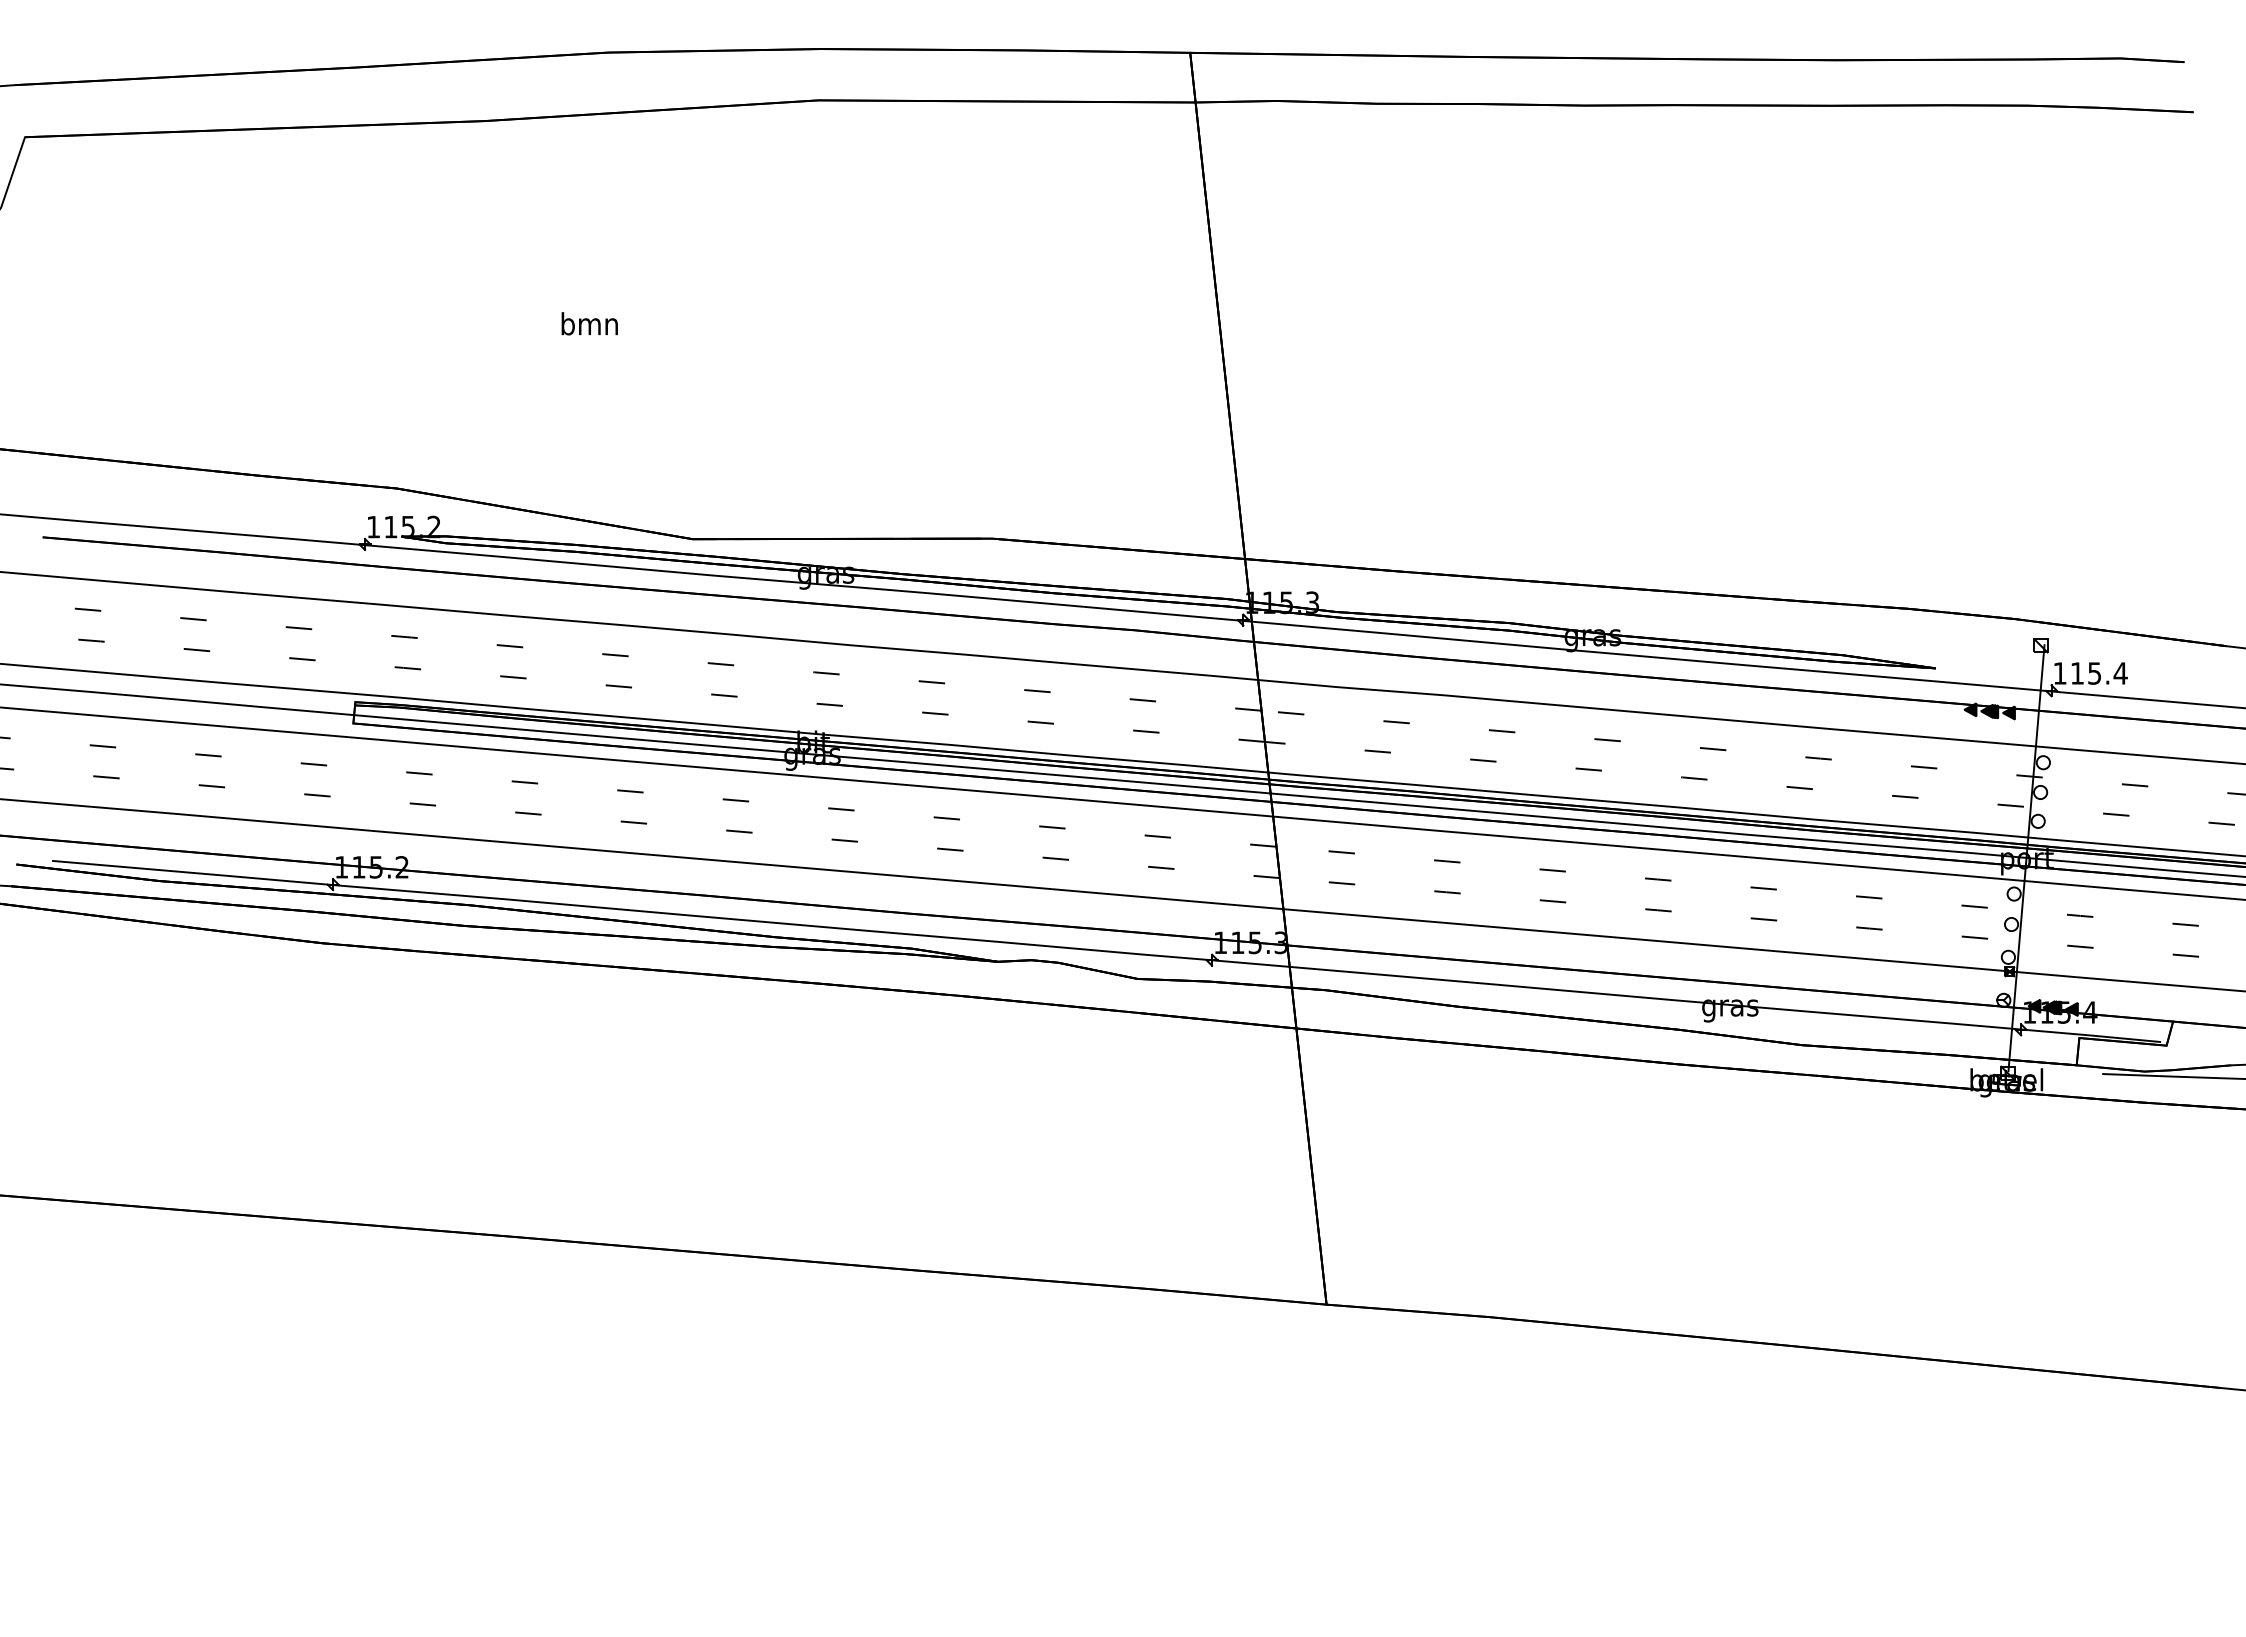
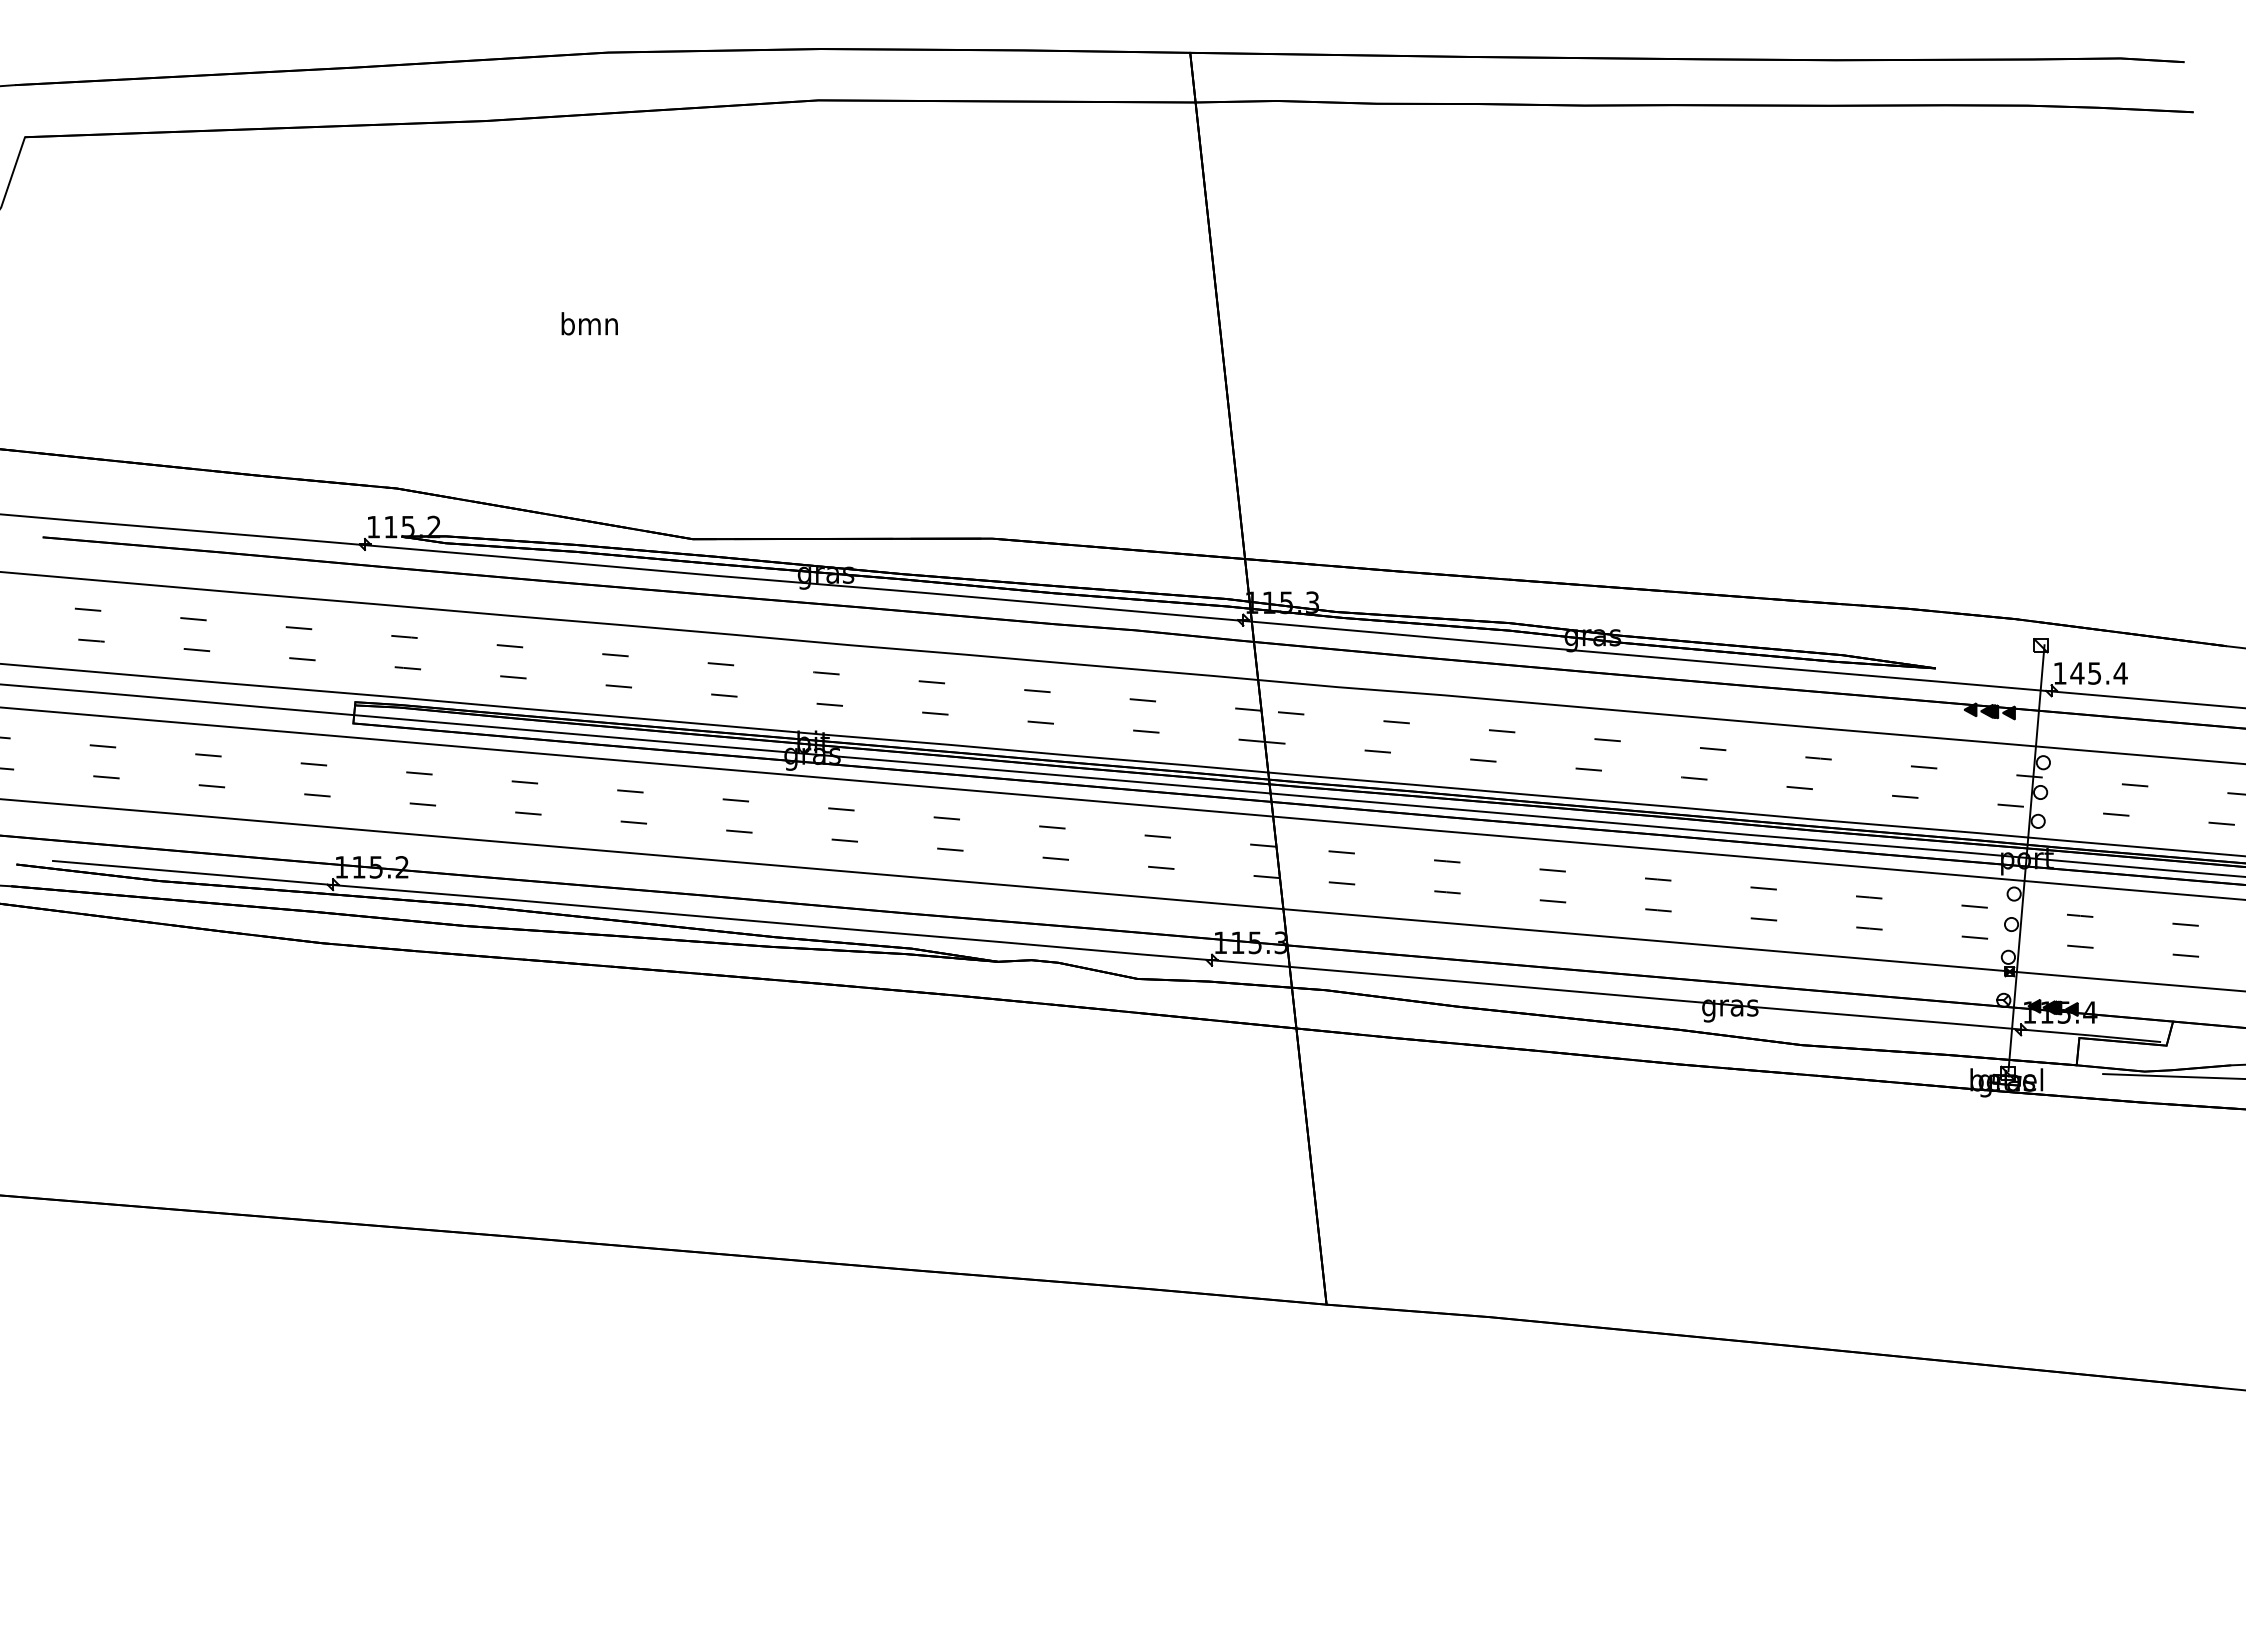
text at (2077, 673): 115.4 -> 145.4
